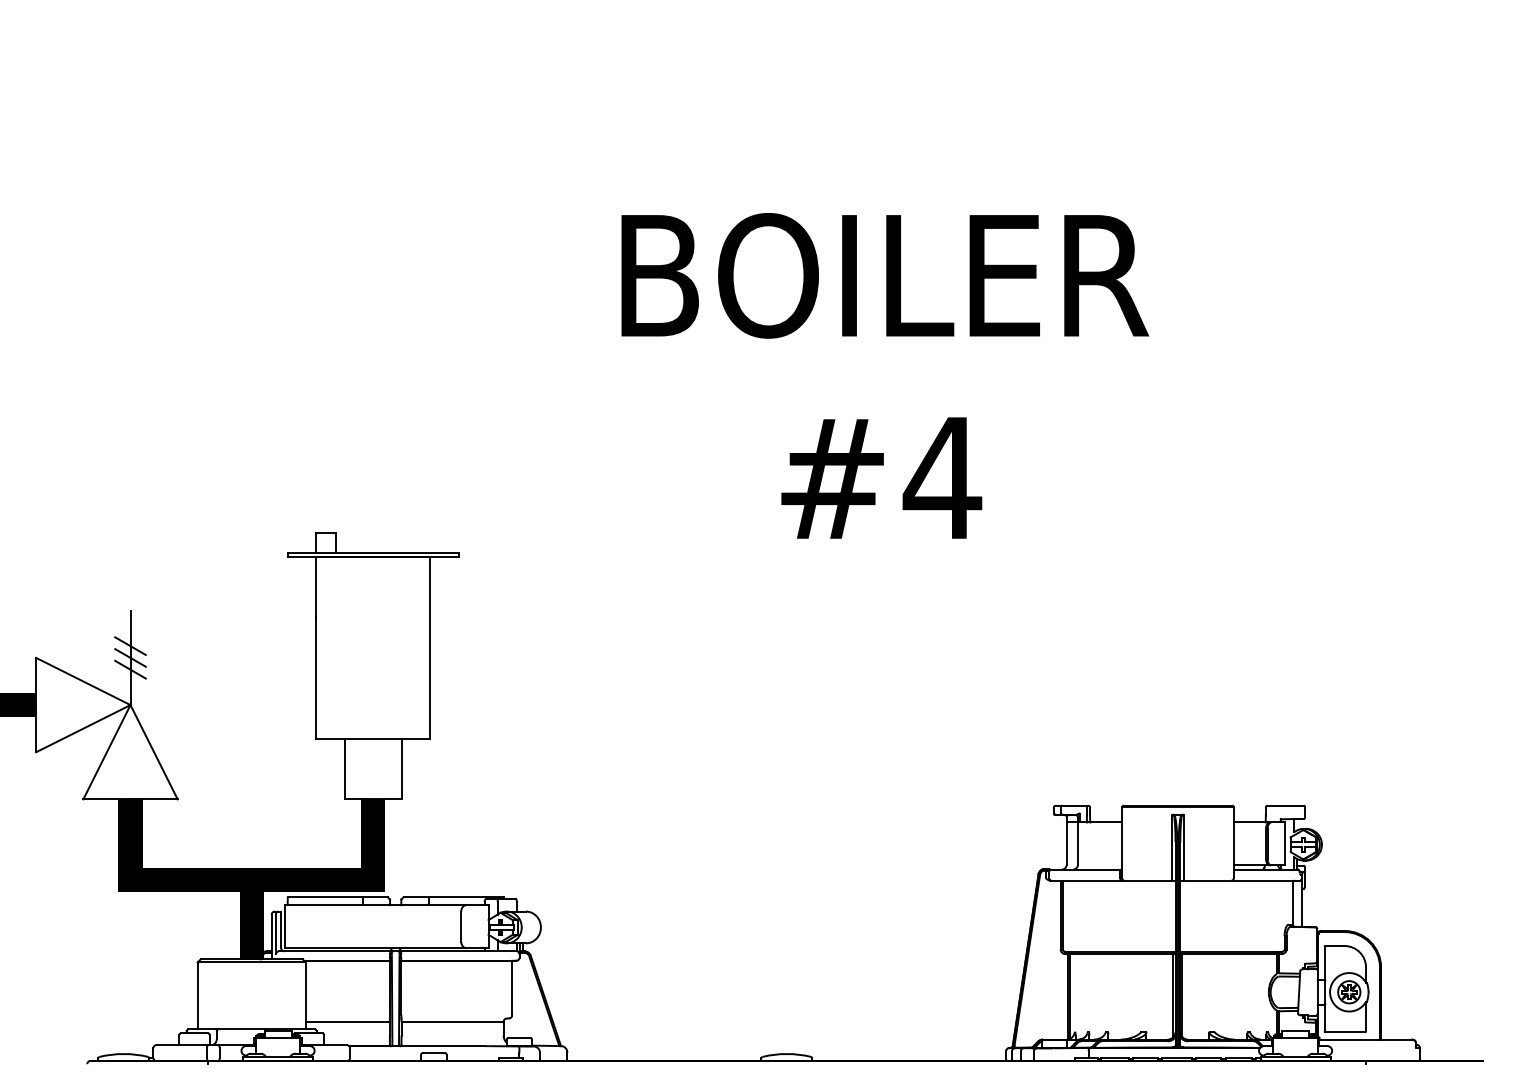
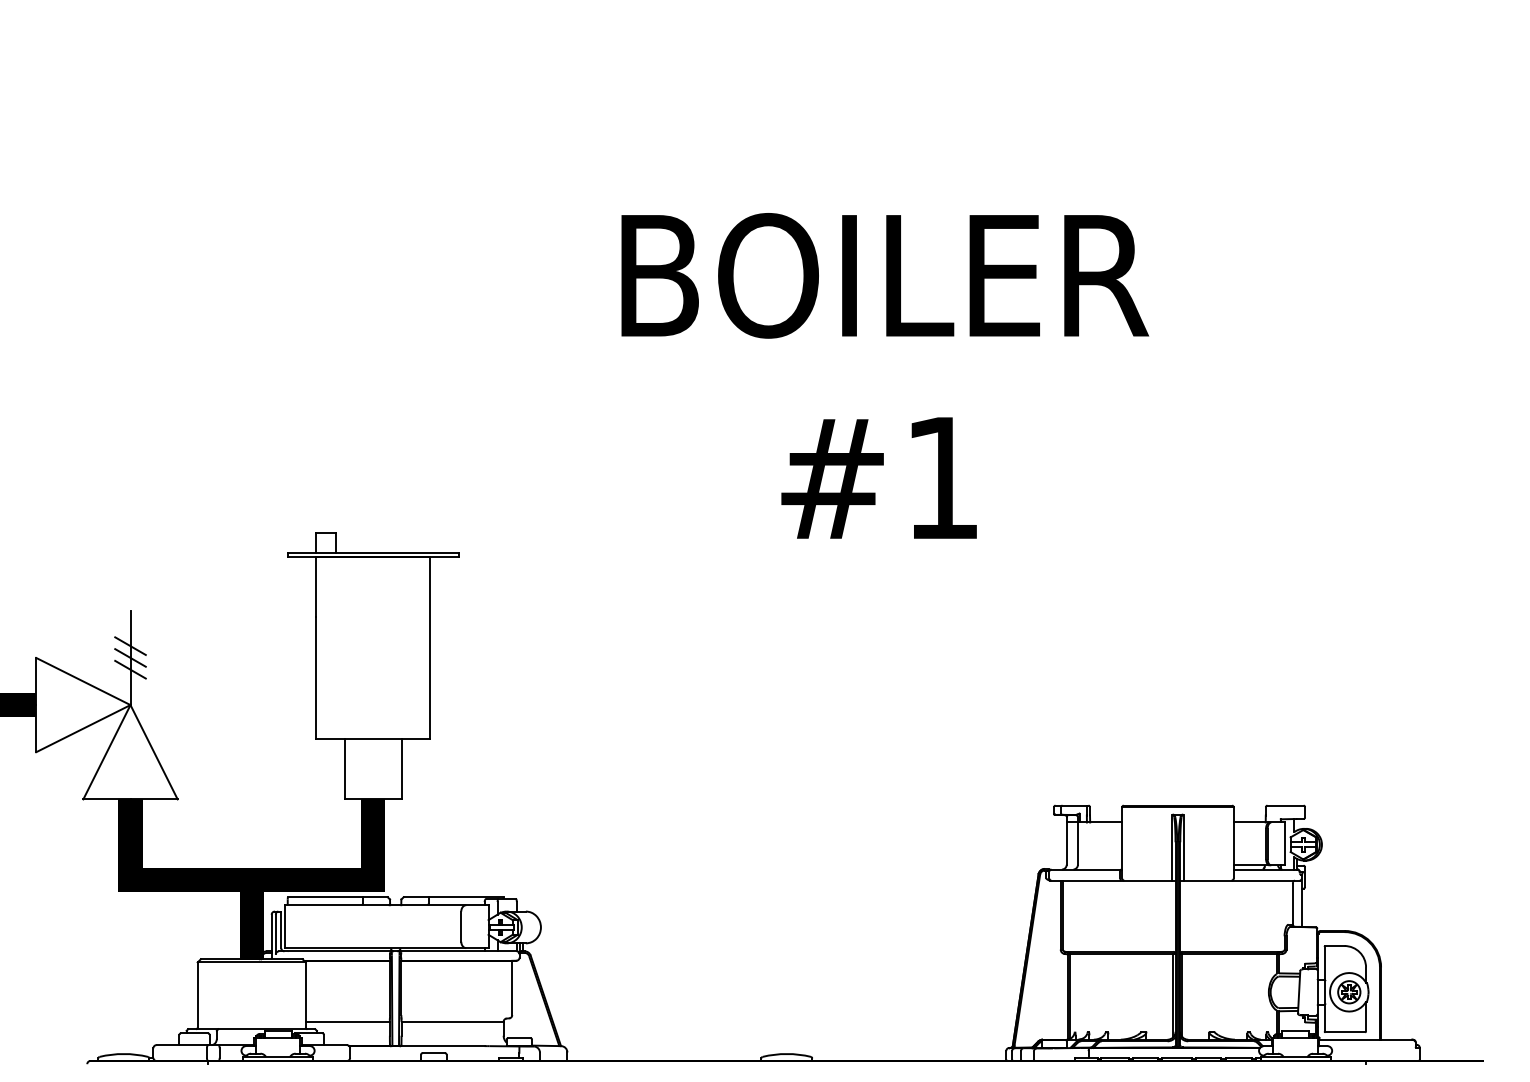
text at (942, 477): #4 -> #1
